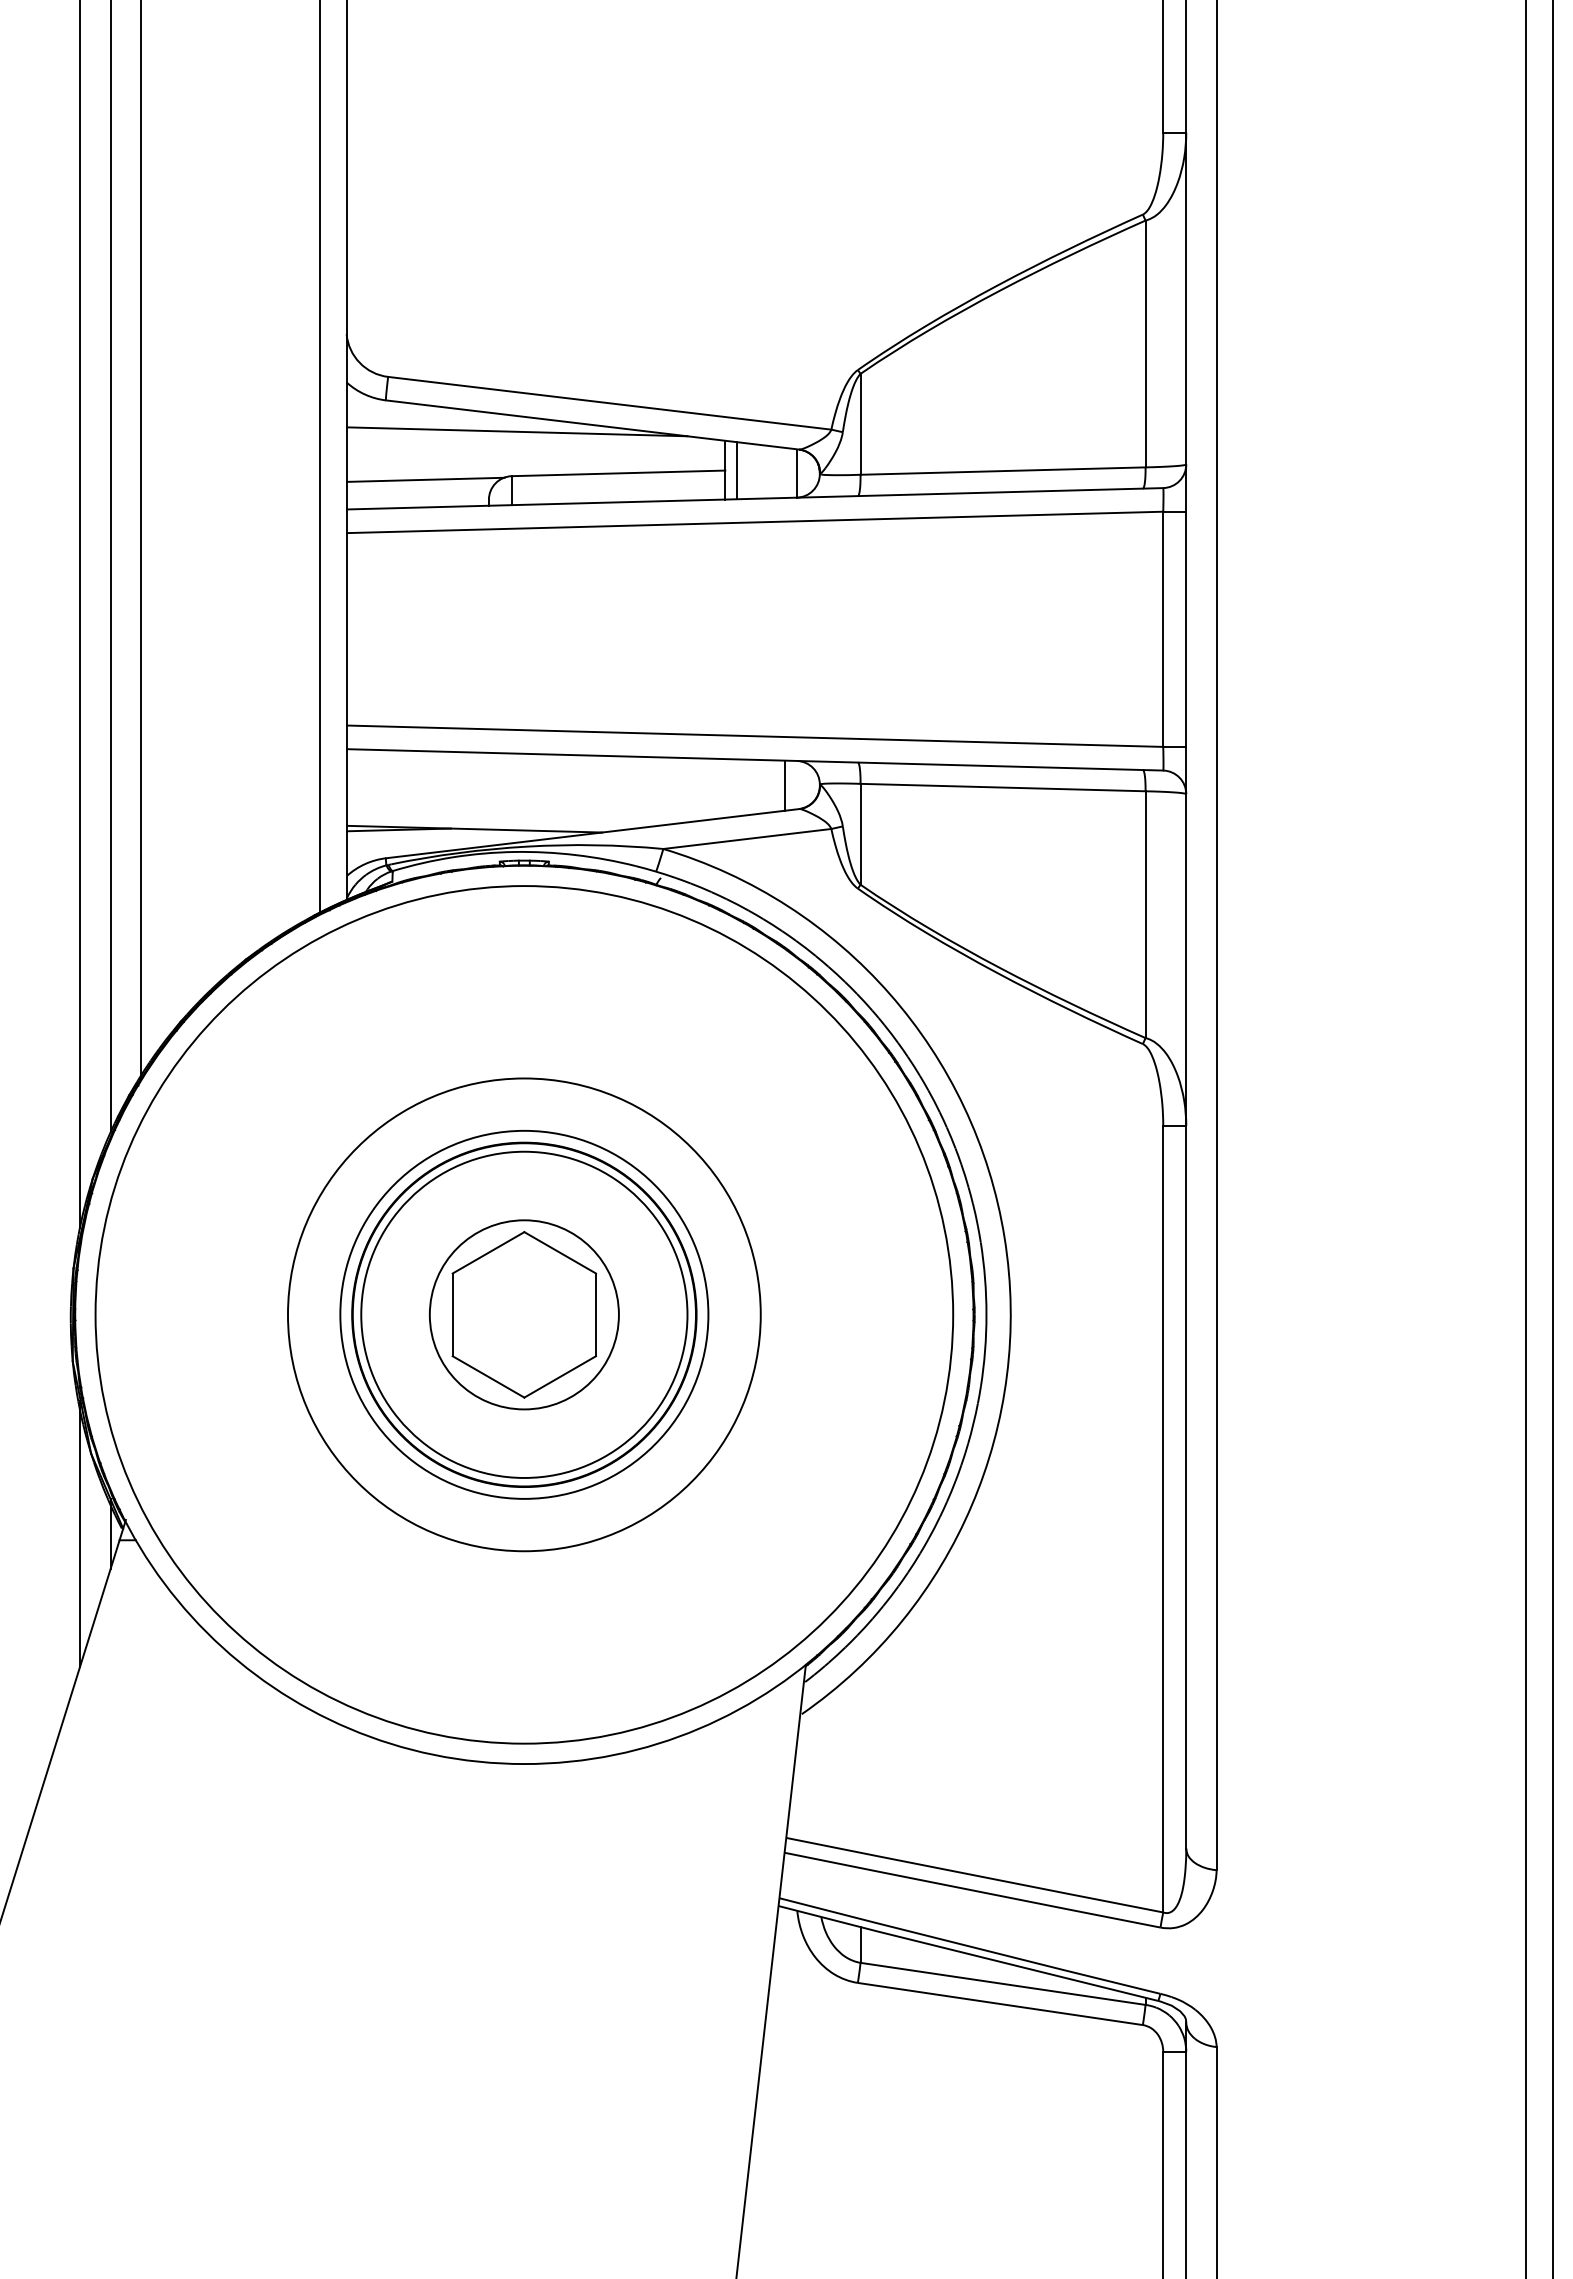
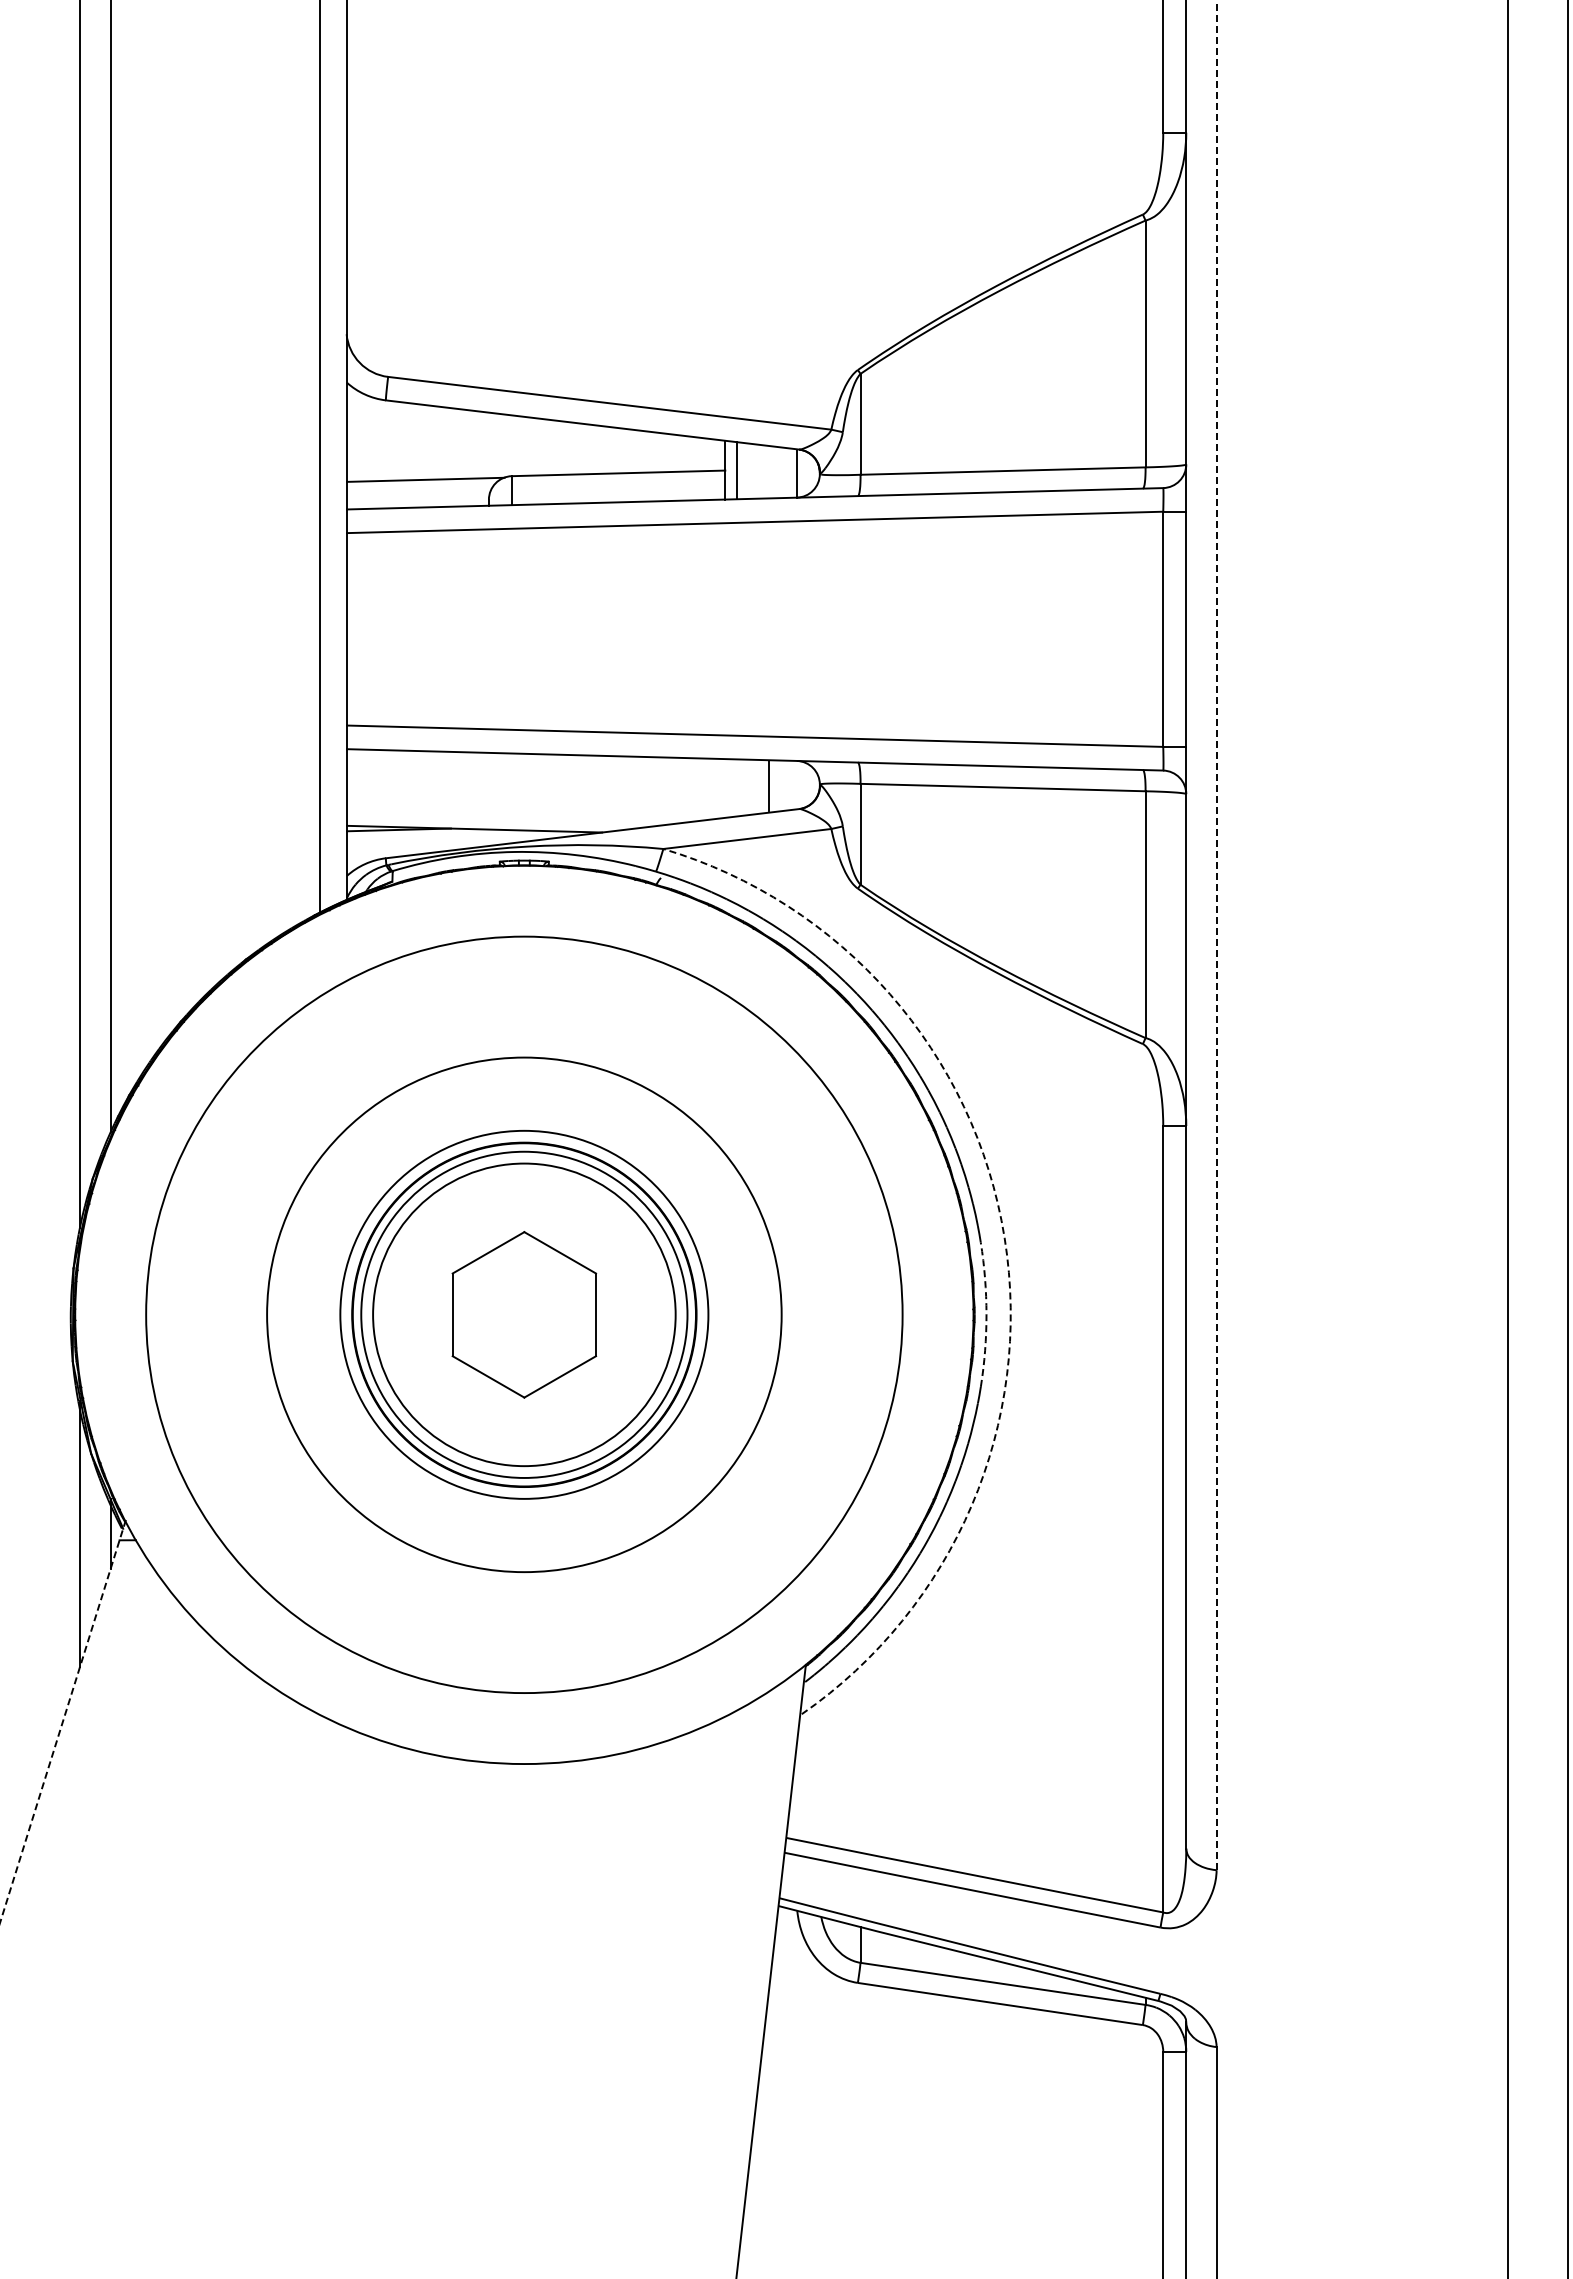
line at (517, 431): present -> none
line at (141, 540): present -> none
line at (785, 785) position: (785, 785) -> (769, 785)
line at (1216, 935): solid -> dashed
line at (1525, 1138) position: (1525, 1138) -> (1507, 1138)
line at (1552, 1138) position: (1552, 1138) -> (1567, 1138)
arc at (1004, 1238): solid -> dashed
circle at (523, 1314) diameter: 189 px -> 303 px
circle at (523, 1314) diameter: 473 px -> 756 px
circle at (524, 1314) diameter: 858 px -> 515 px
arc at (986, 1314): solid -> dashed
line at (63, 1721): solid -> dashed
